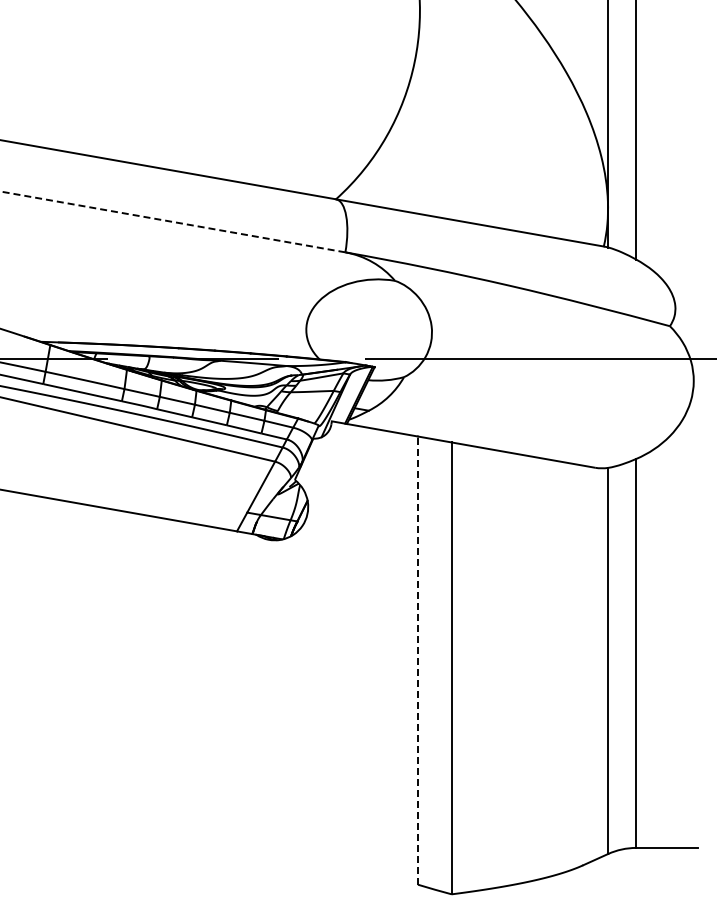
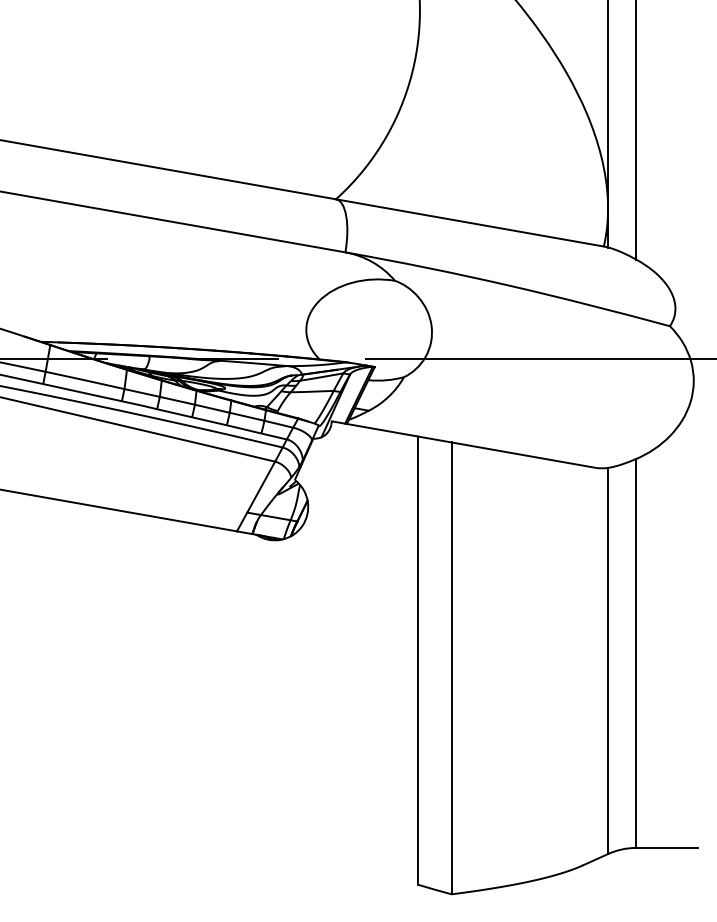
line at (173, 222): dashed -> solid
line at (418, 660): dashed -> solid
